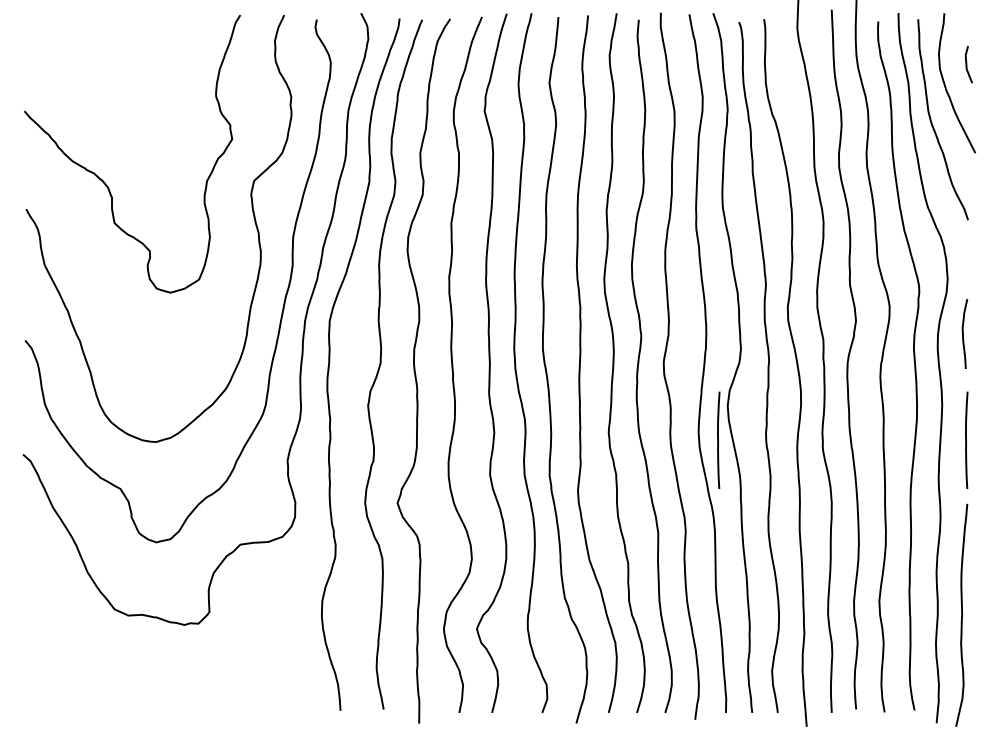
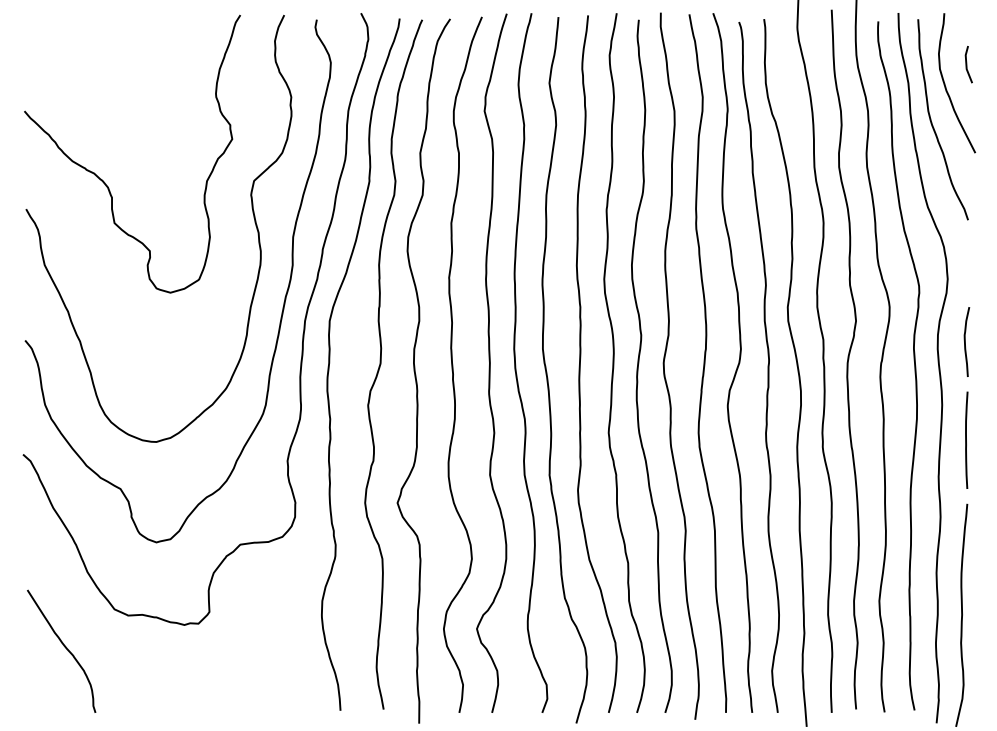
curve at (963, 333) position: (963, 333) -> (965, 341)
curve at (718, 439): present -> none
curve at (64, 647): none -> present
